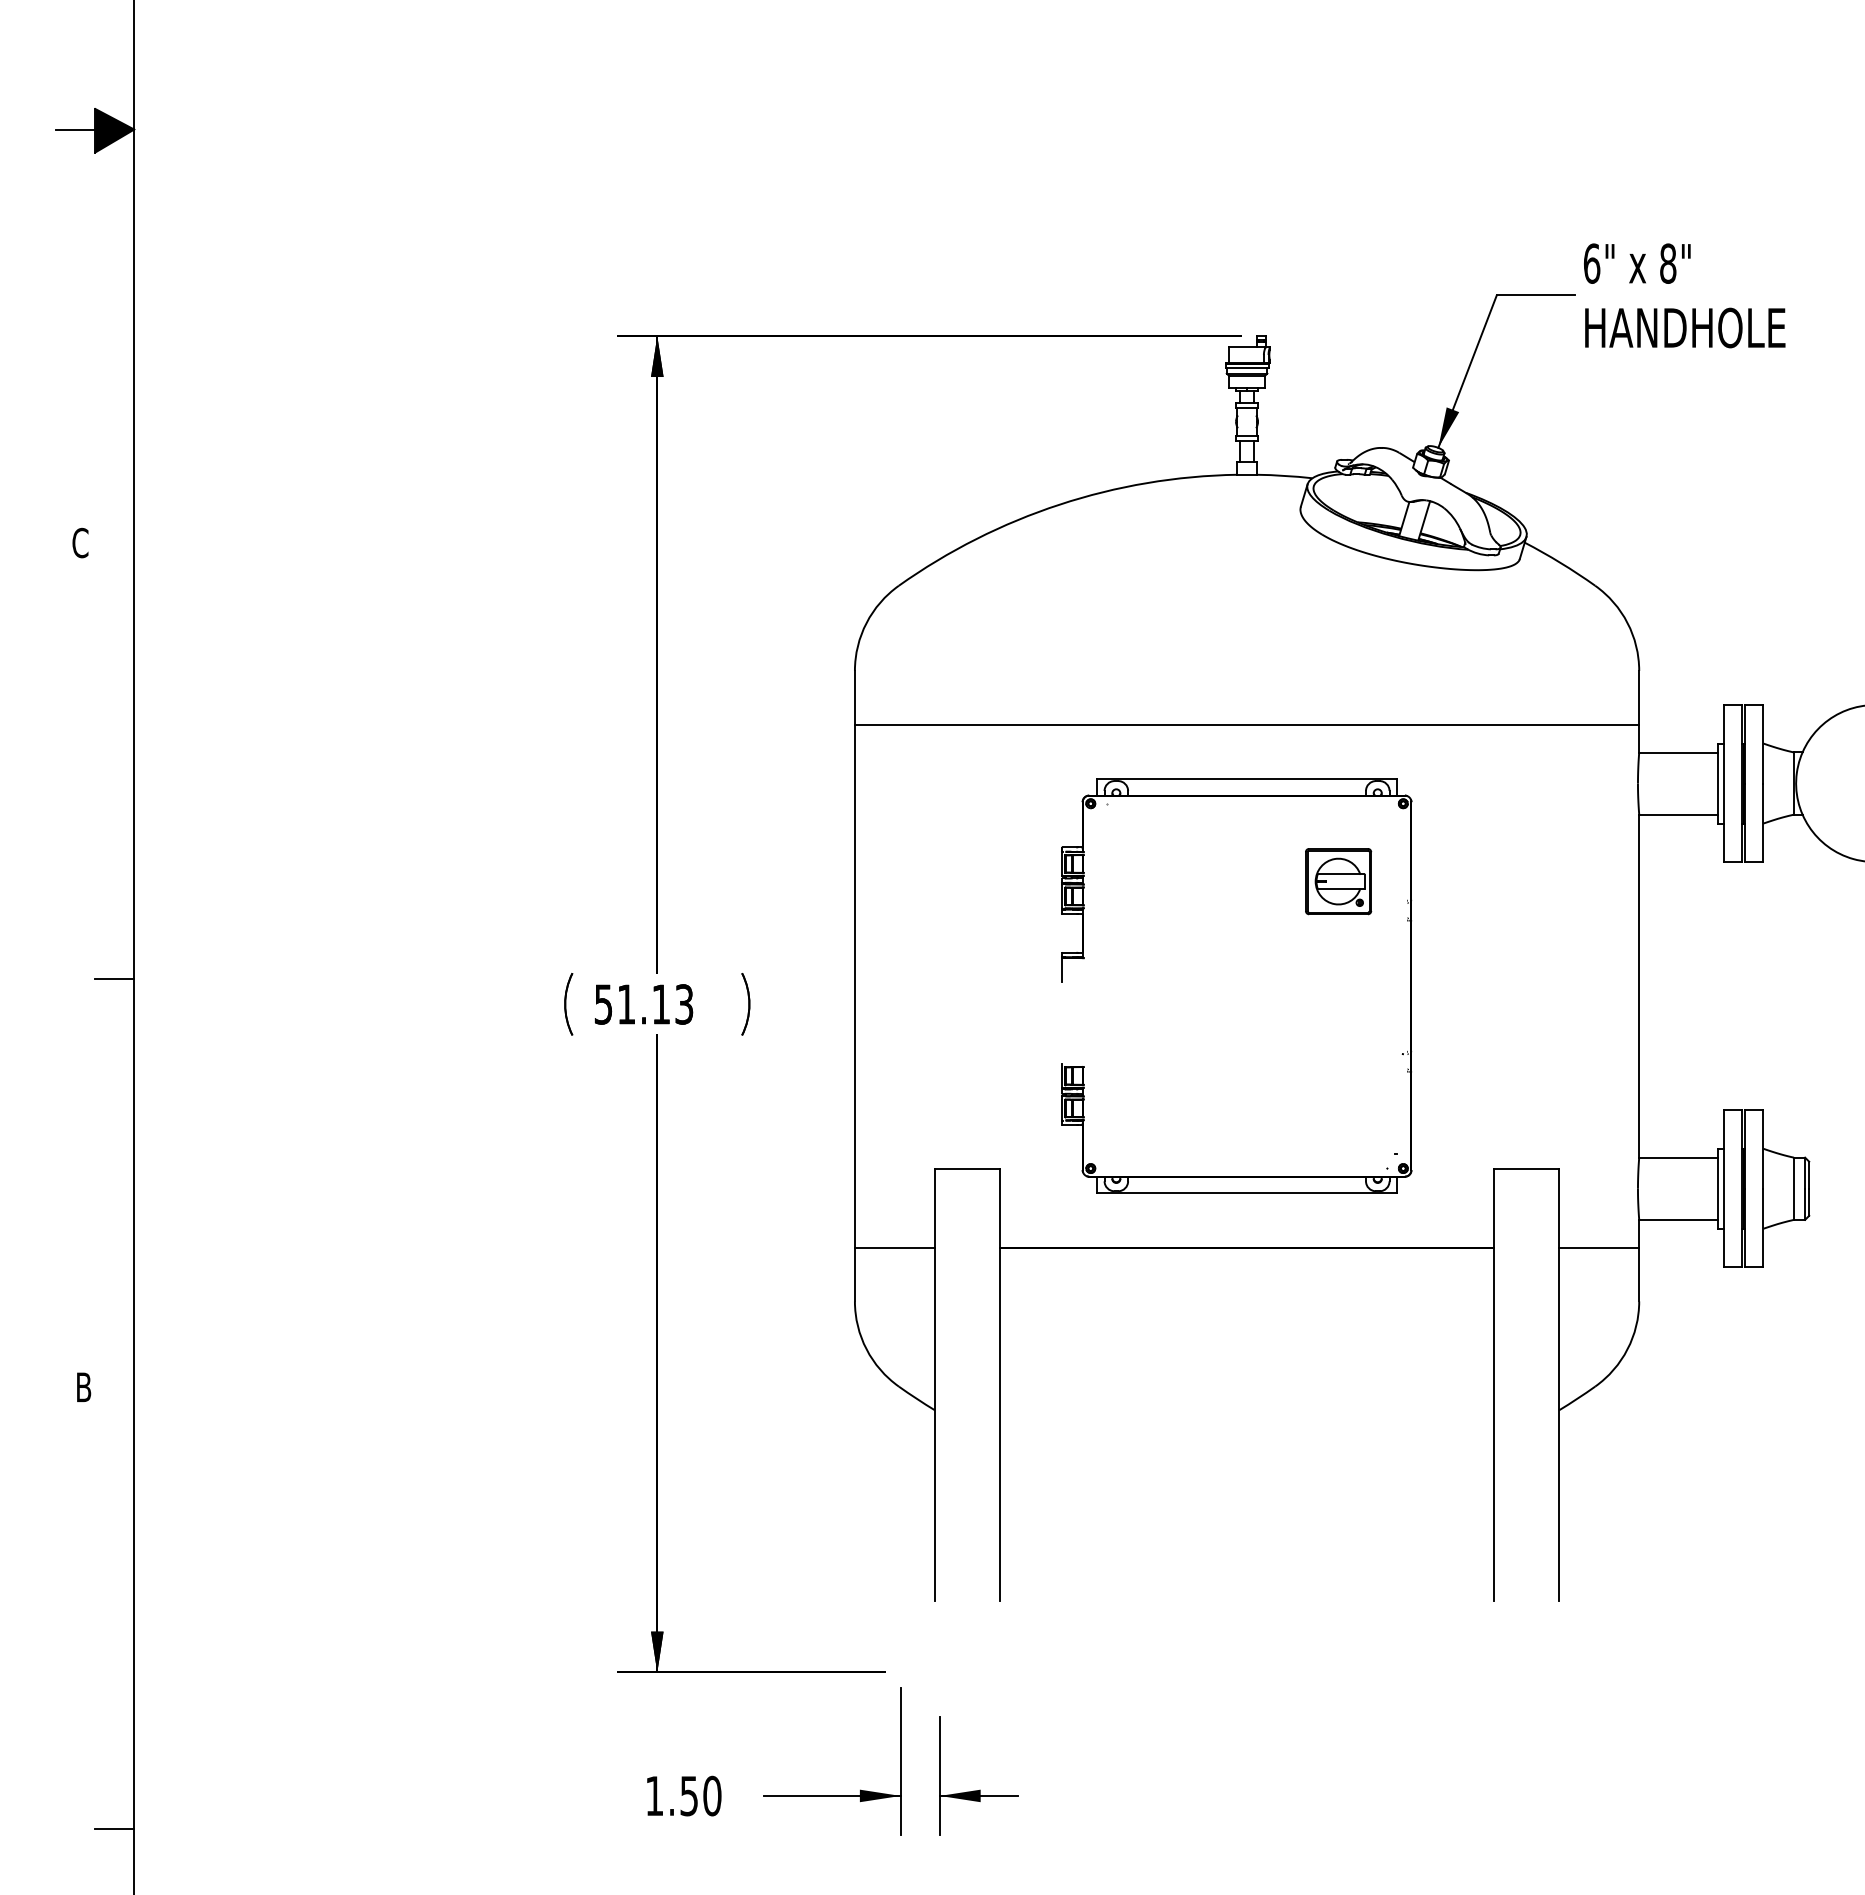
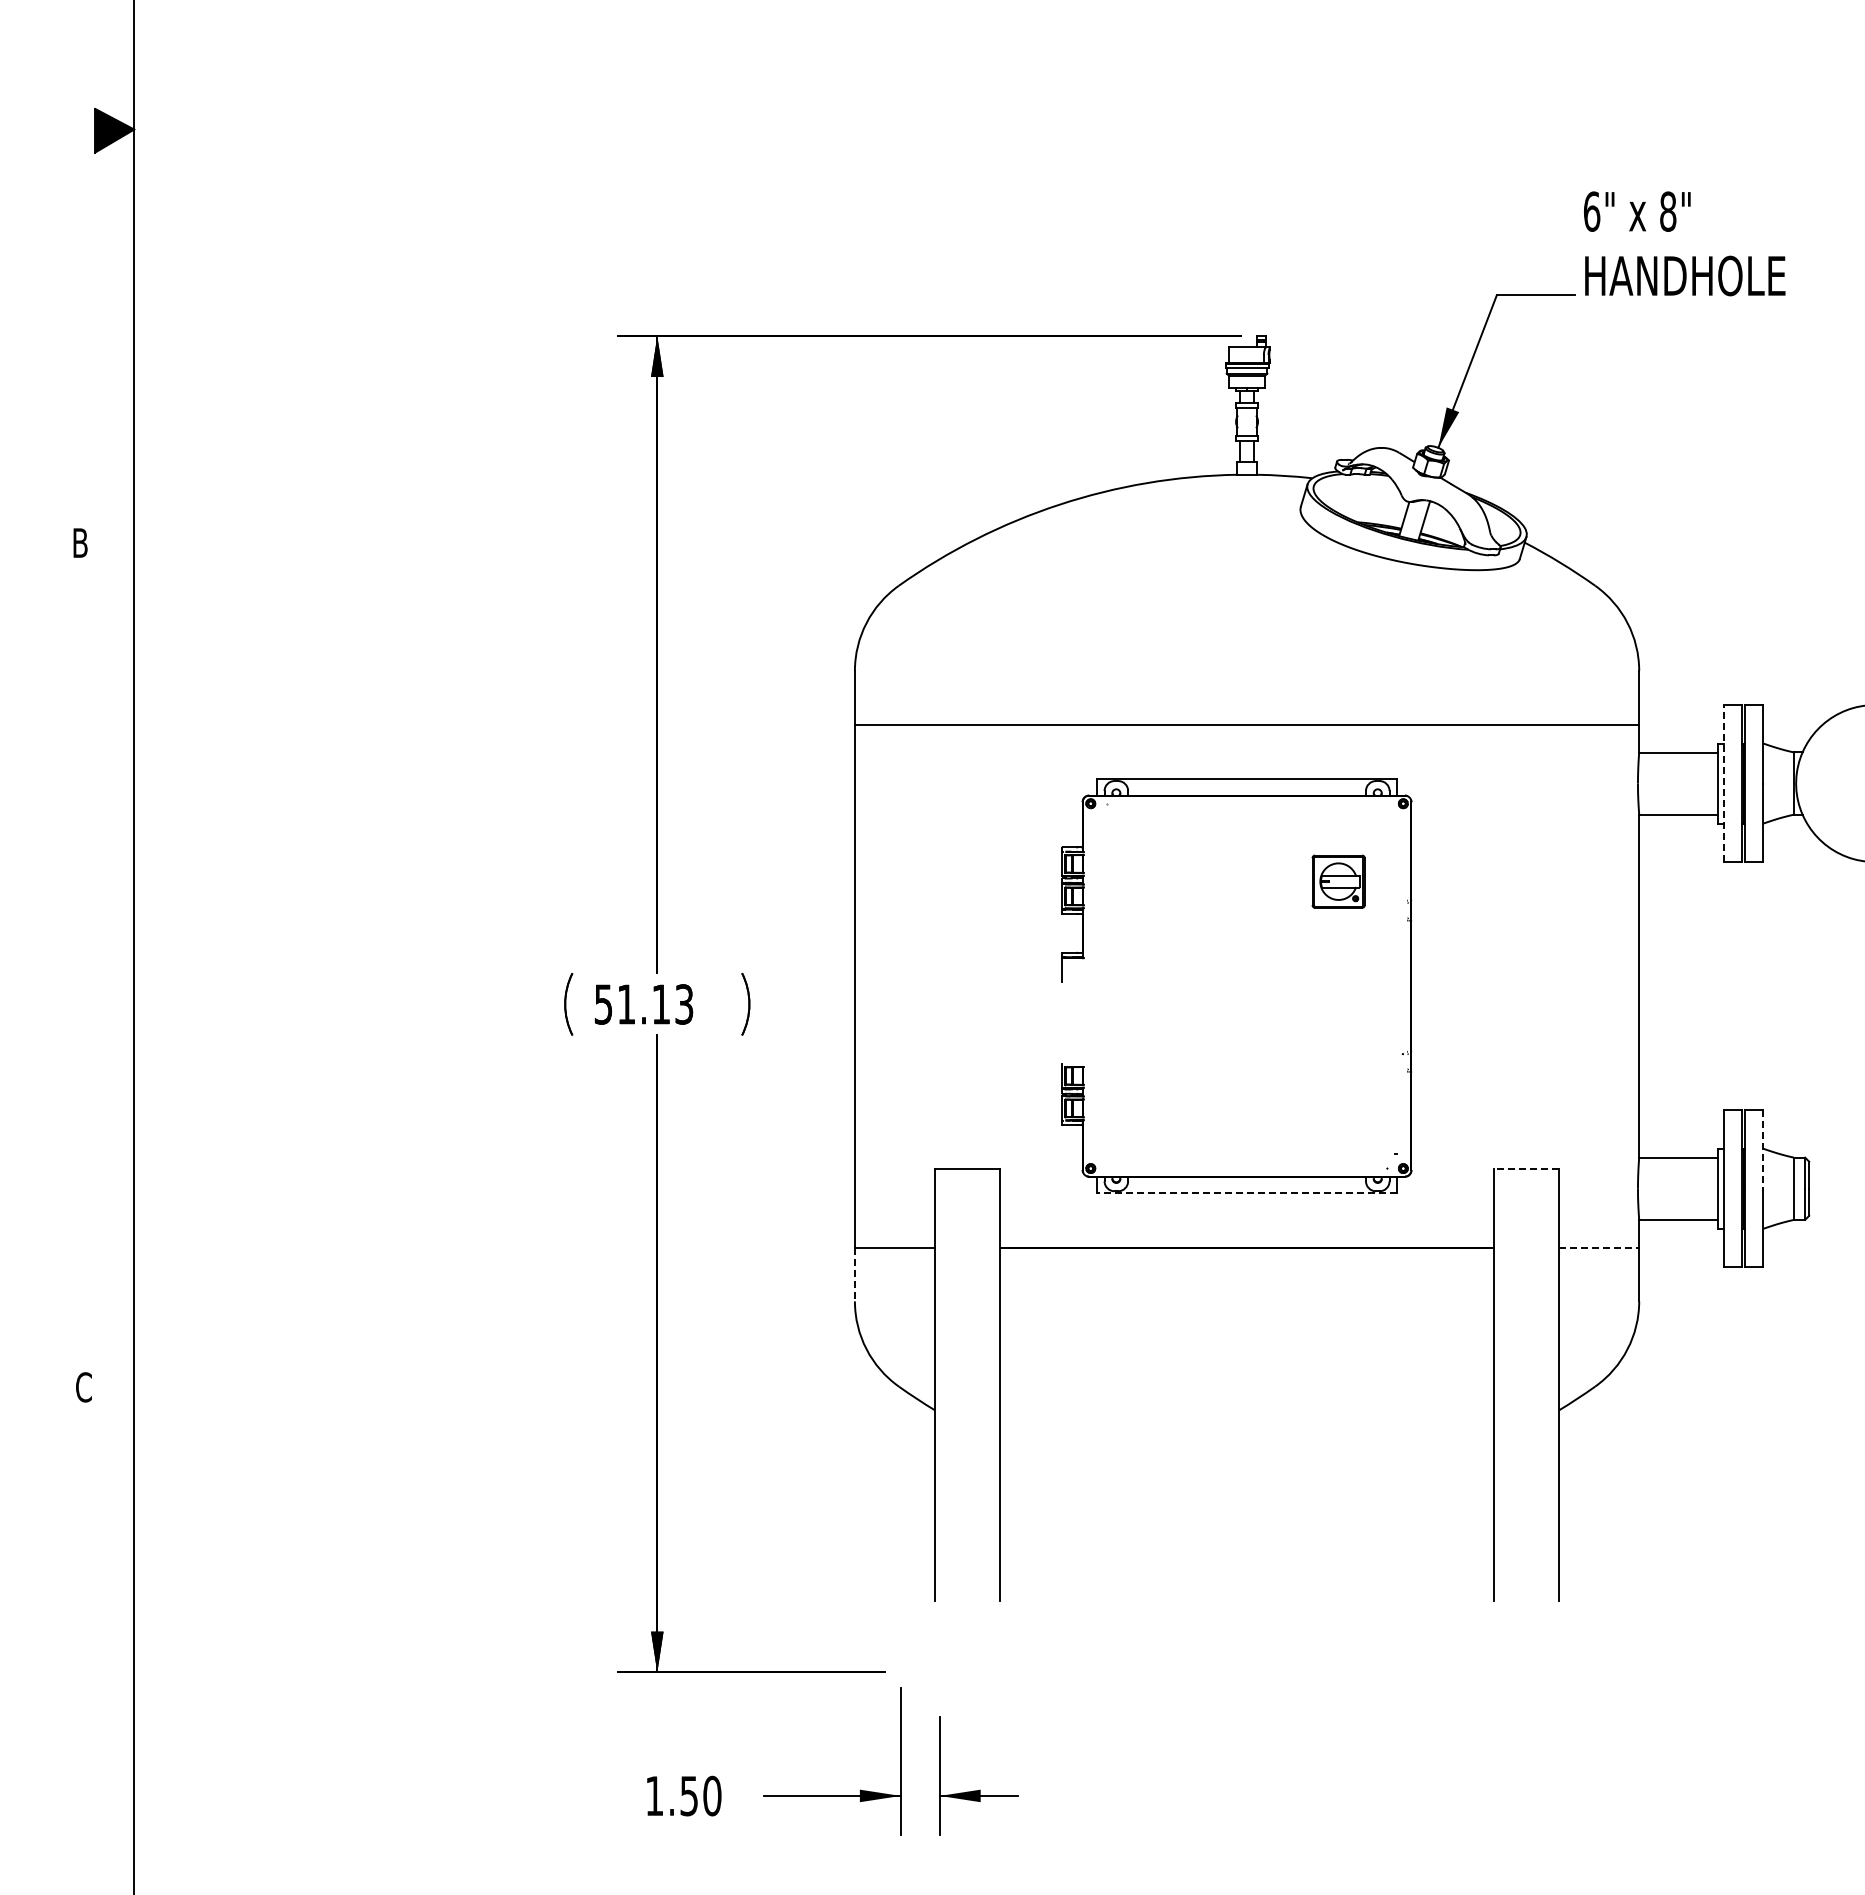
line at (75, 129): present -> none
text at (1684, 295) position: (1684, 295) -> (1684, 243)
text at (80, 542): C -> B
line at (1724, 783): solid -> dashed
part at (1338, 881) size: 68x68 px -> 55x55 px
line at (114, 979): present -> none
line at (1763, 1150): solid -> dashed
line at (1526, 1169): solid -> dashed
line at (1246, 1192): solid -> dashed
line at (1599, 1247): solid -> dashed
line at (854, 1274): solid -> dashed
text at (83, 1387): B -> C
line at (114, 1828): present -> none
